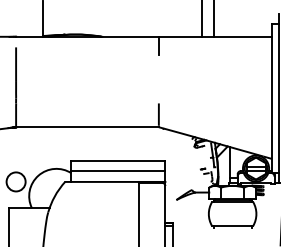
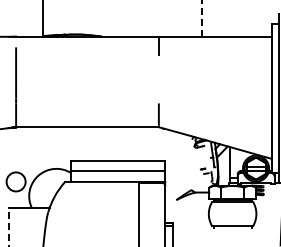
line at (201, 18): solid -> dashed
line at (213, 19): present -> none
line at (8, 227): solid -> dashed
